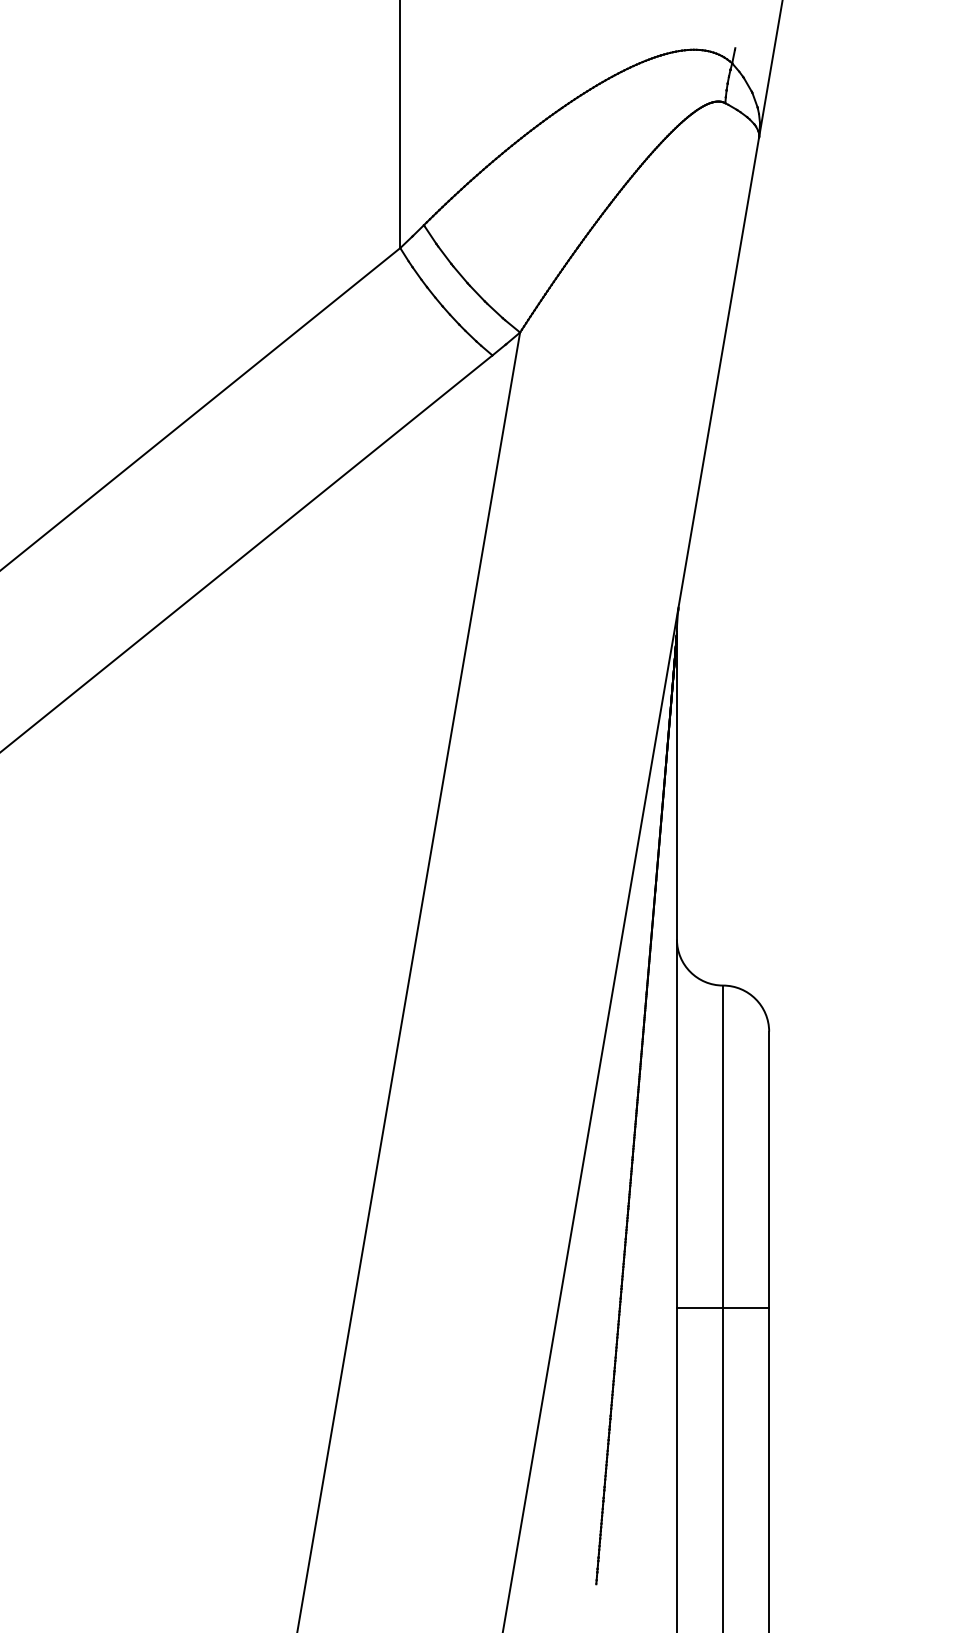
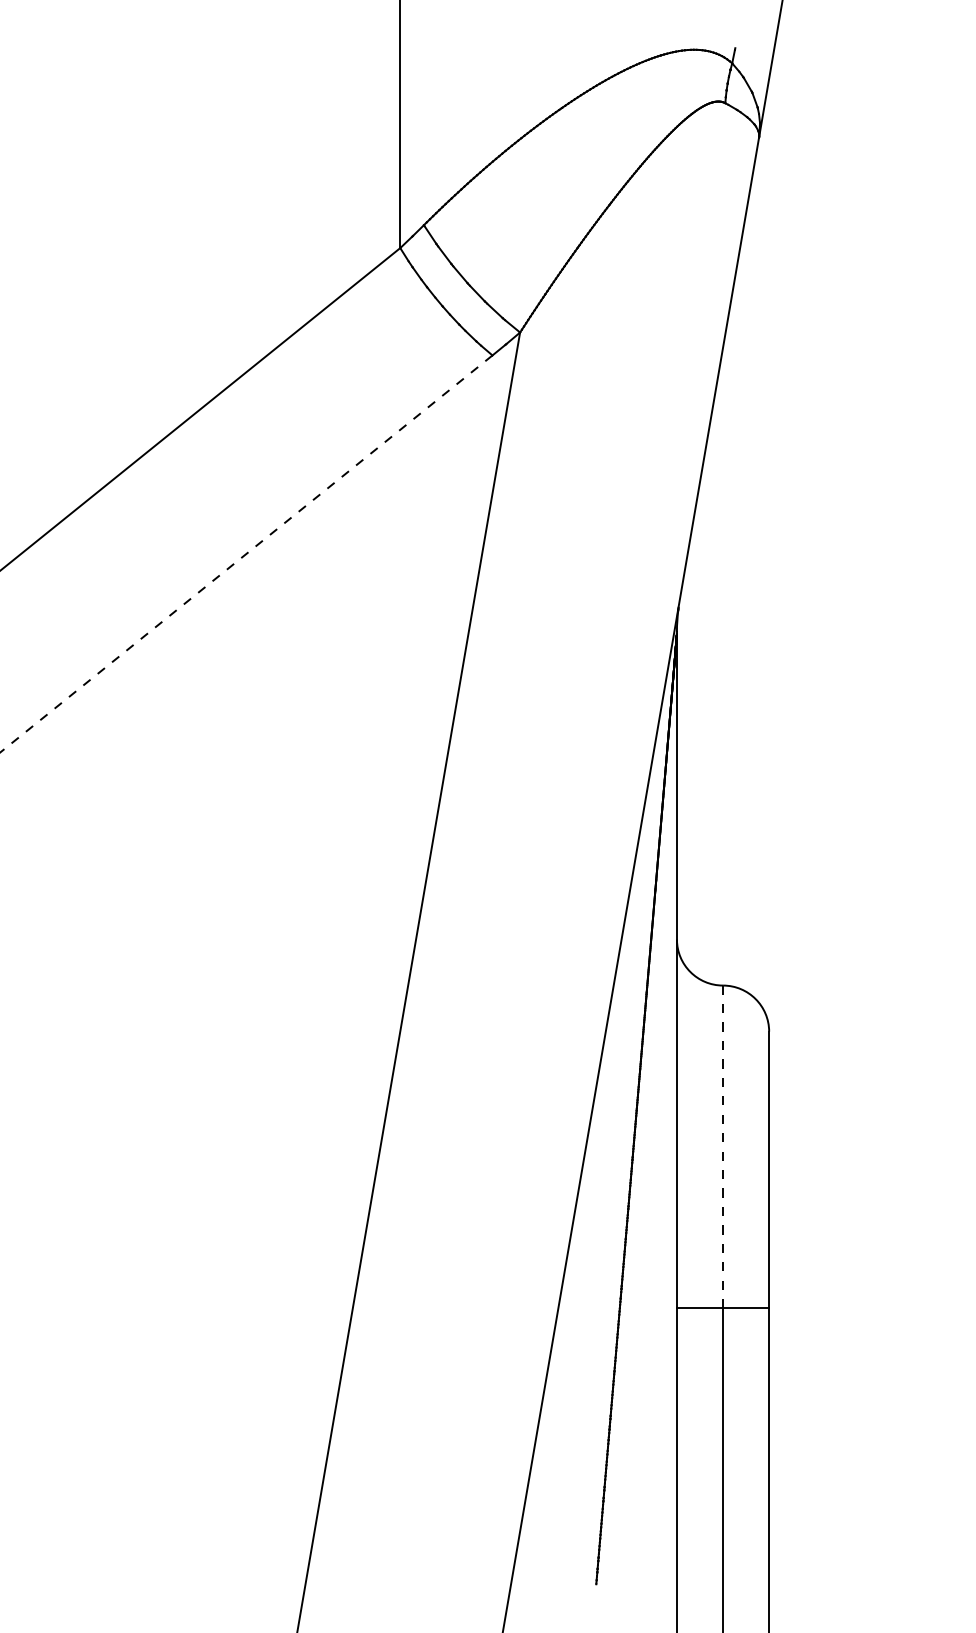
line at (246, 553): solid -> dashed
line at (723, 1147): solid -> dashed
